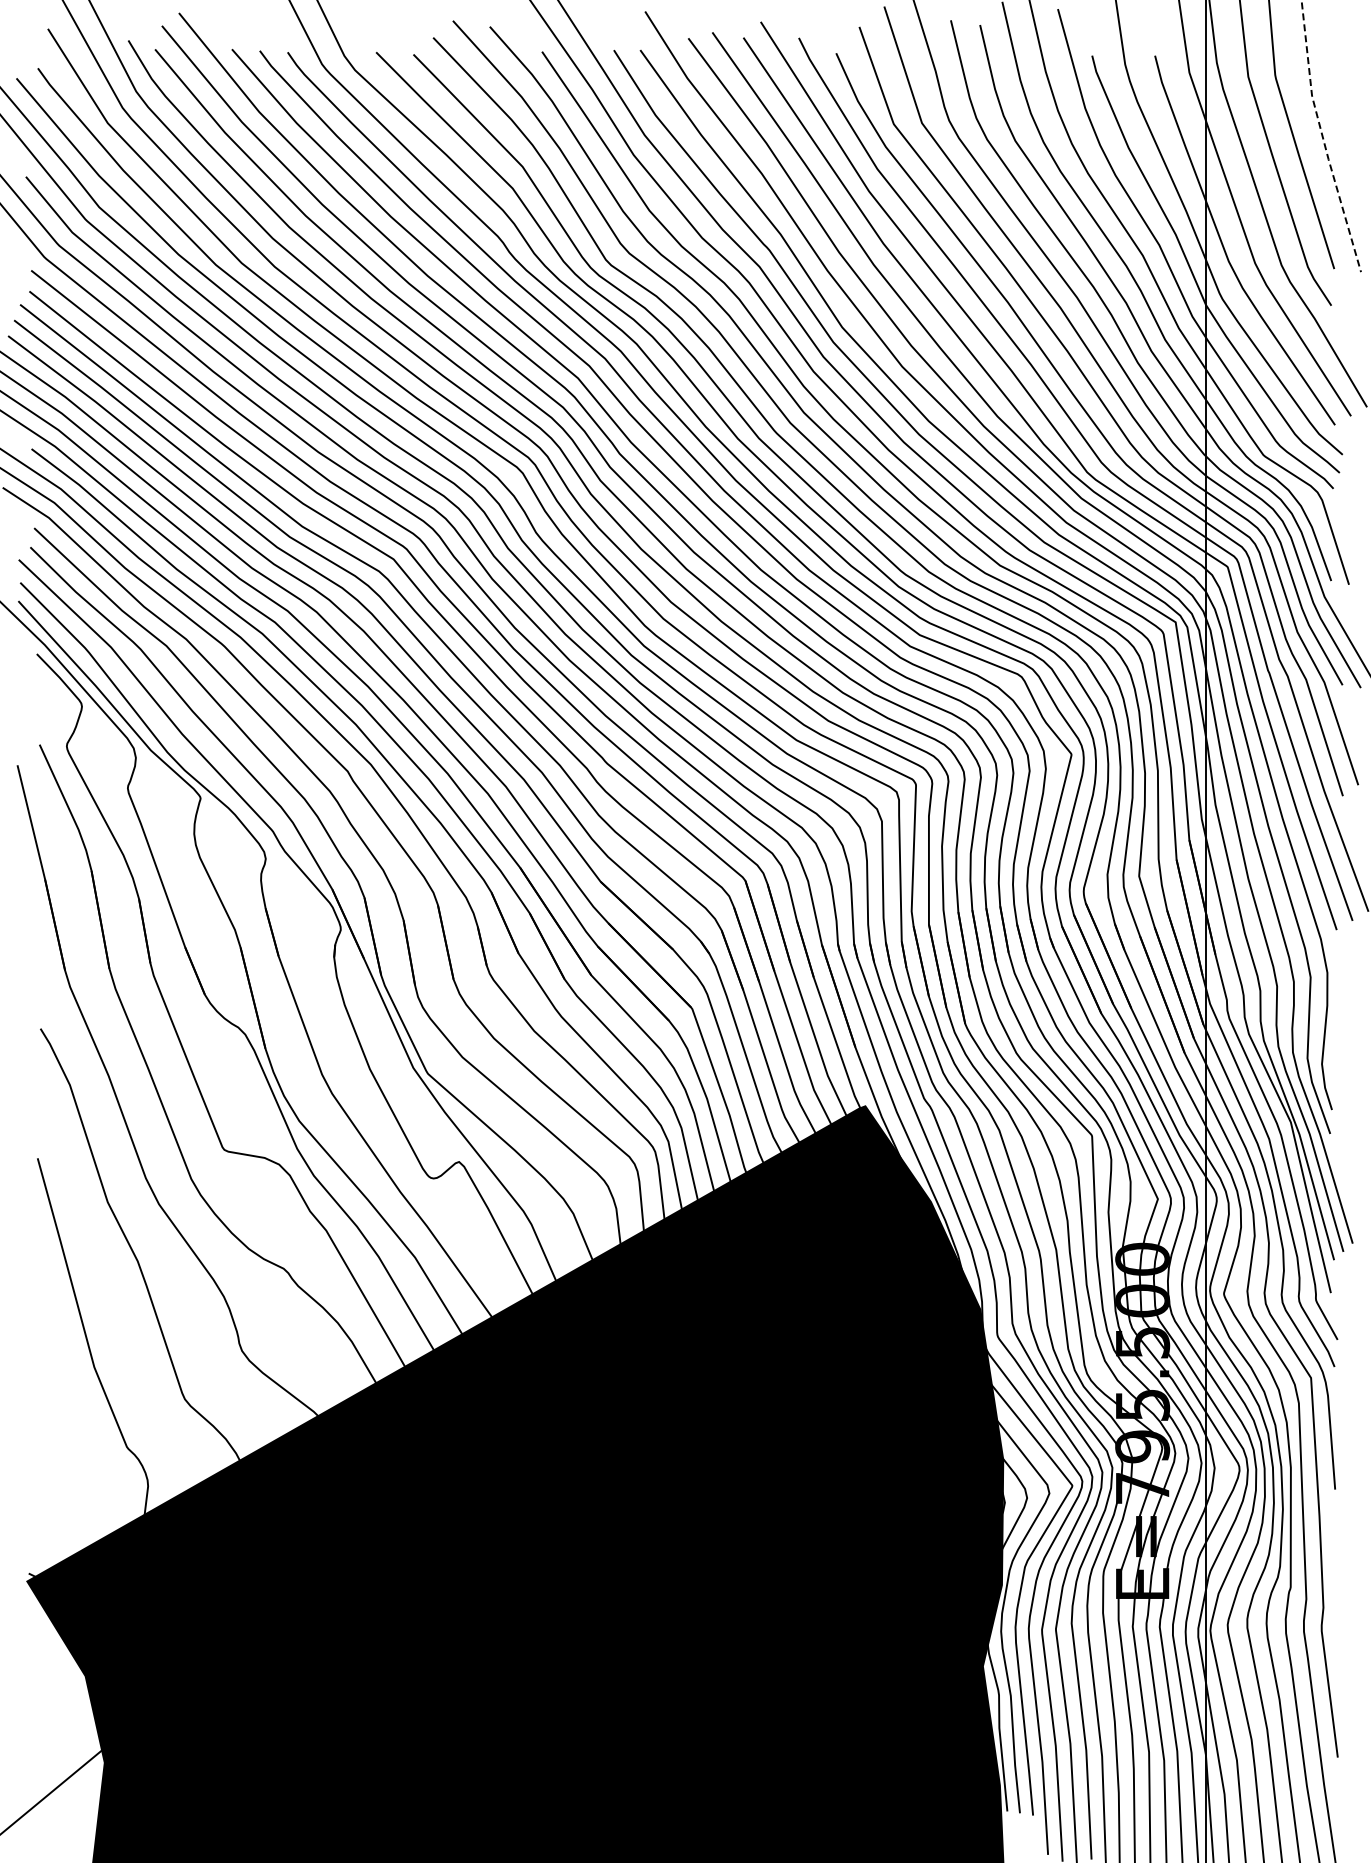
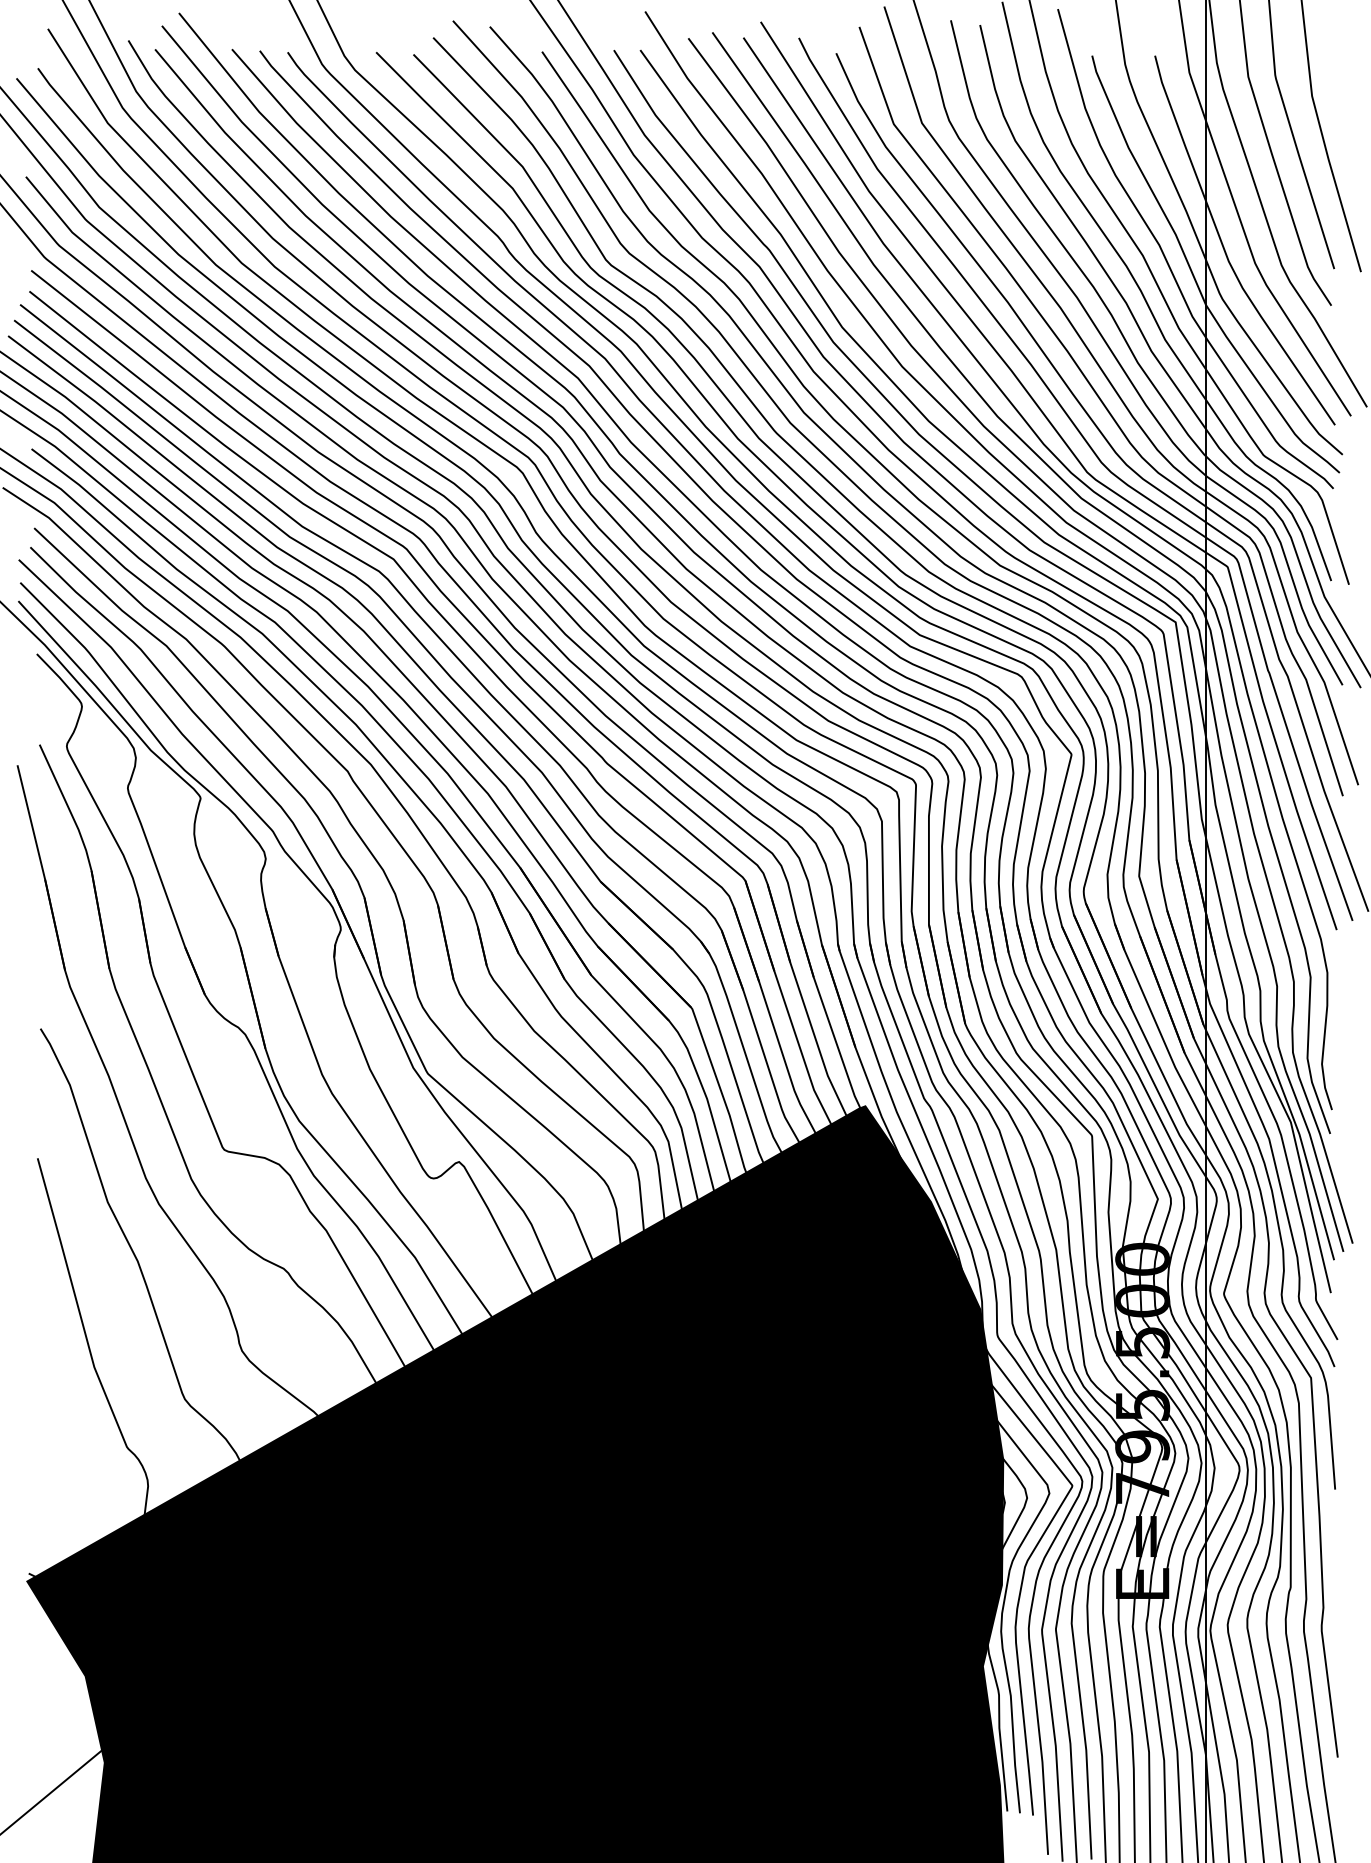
line at (1322, 137): dashed -> solid
